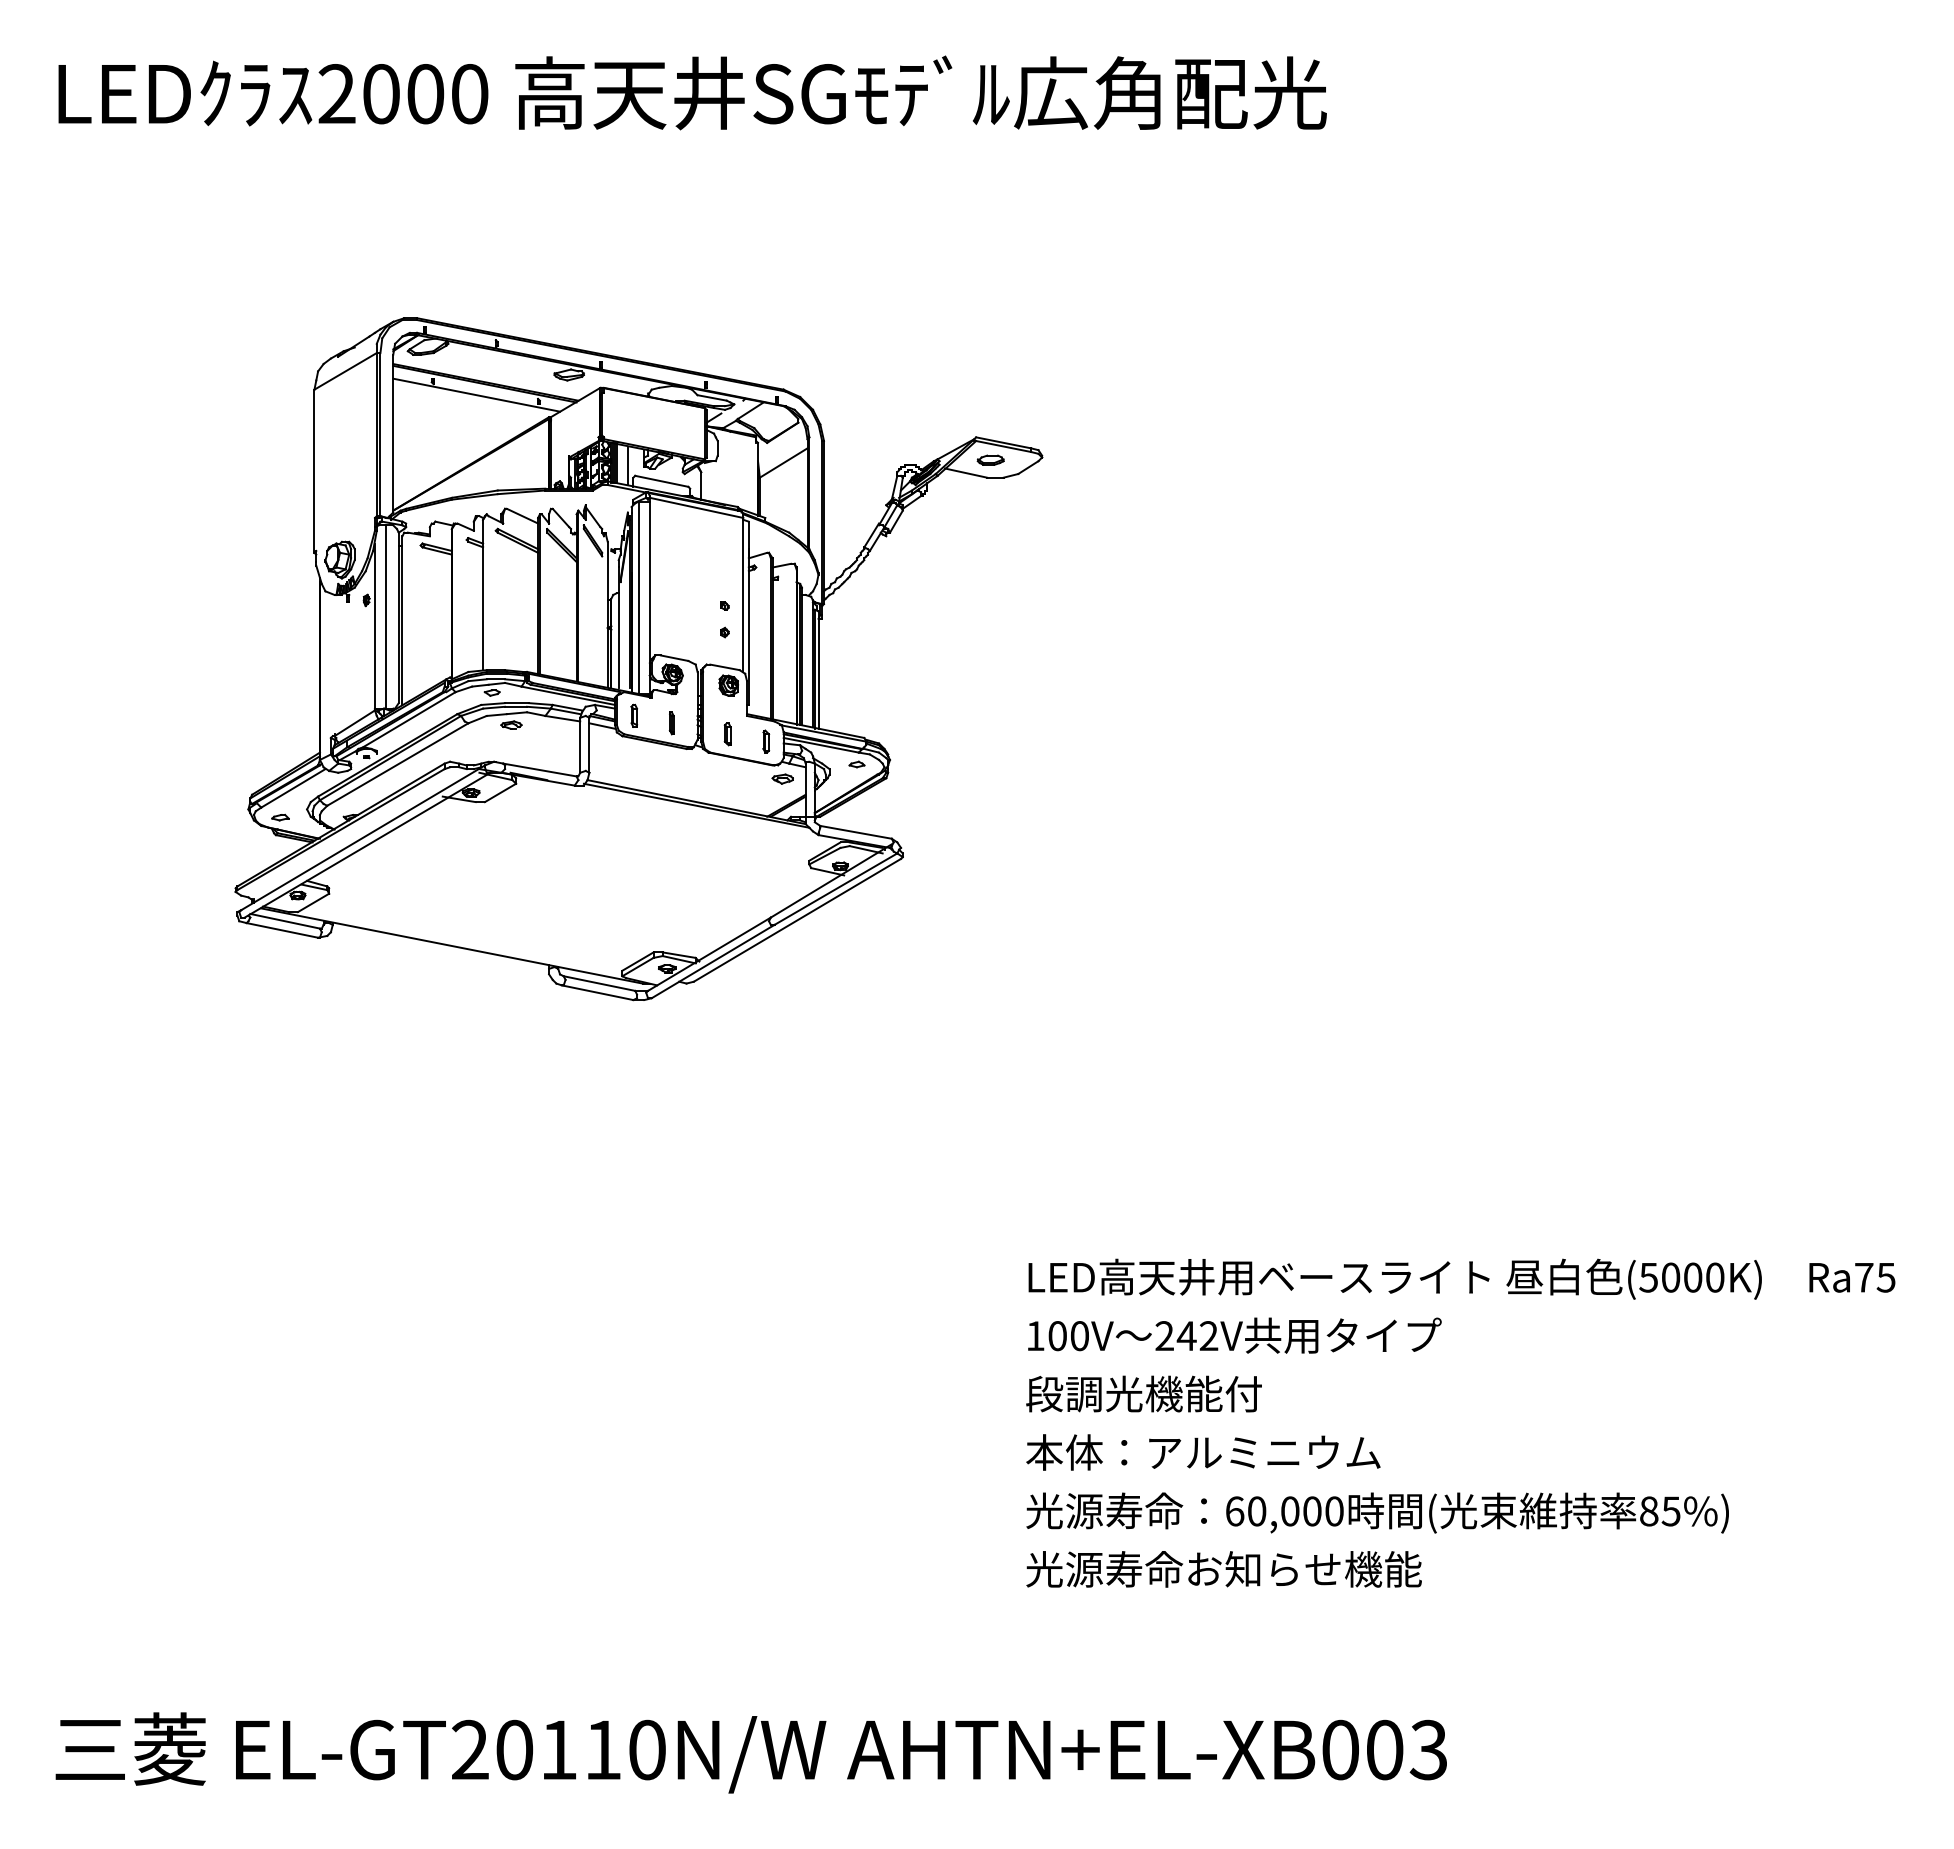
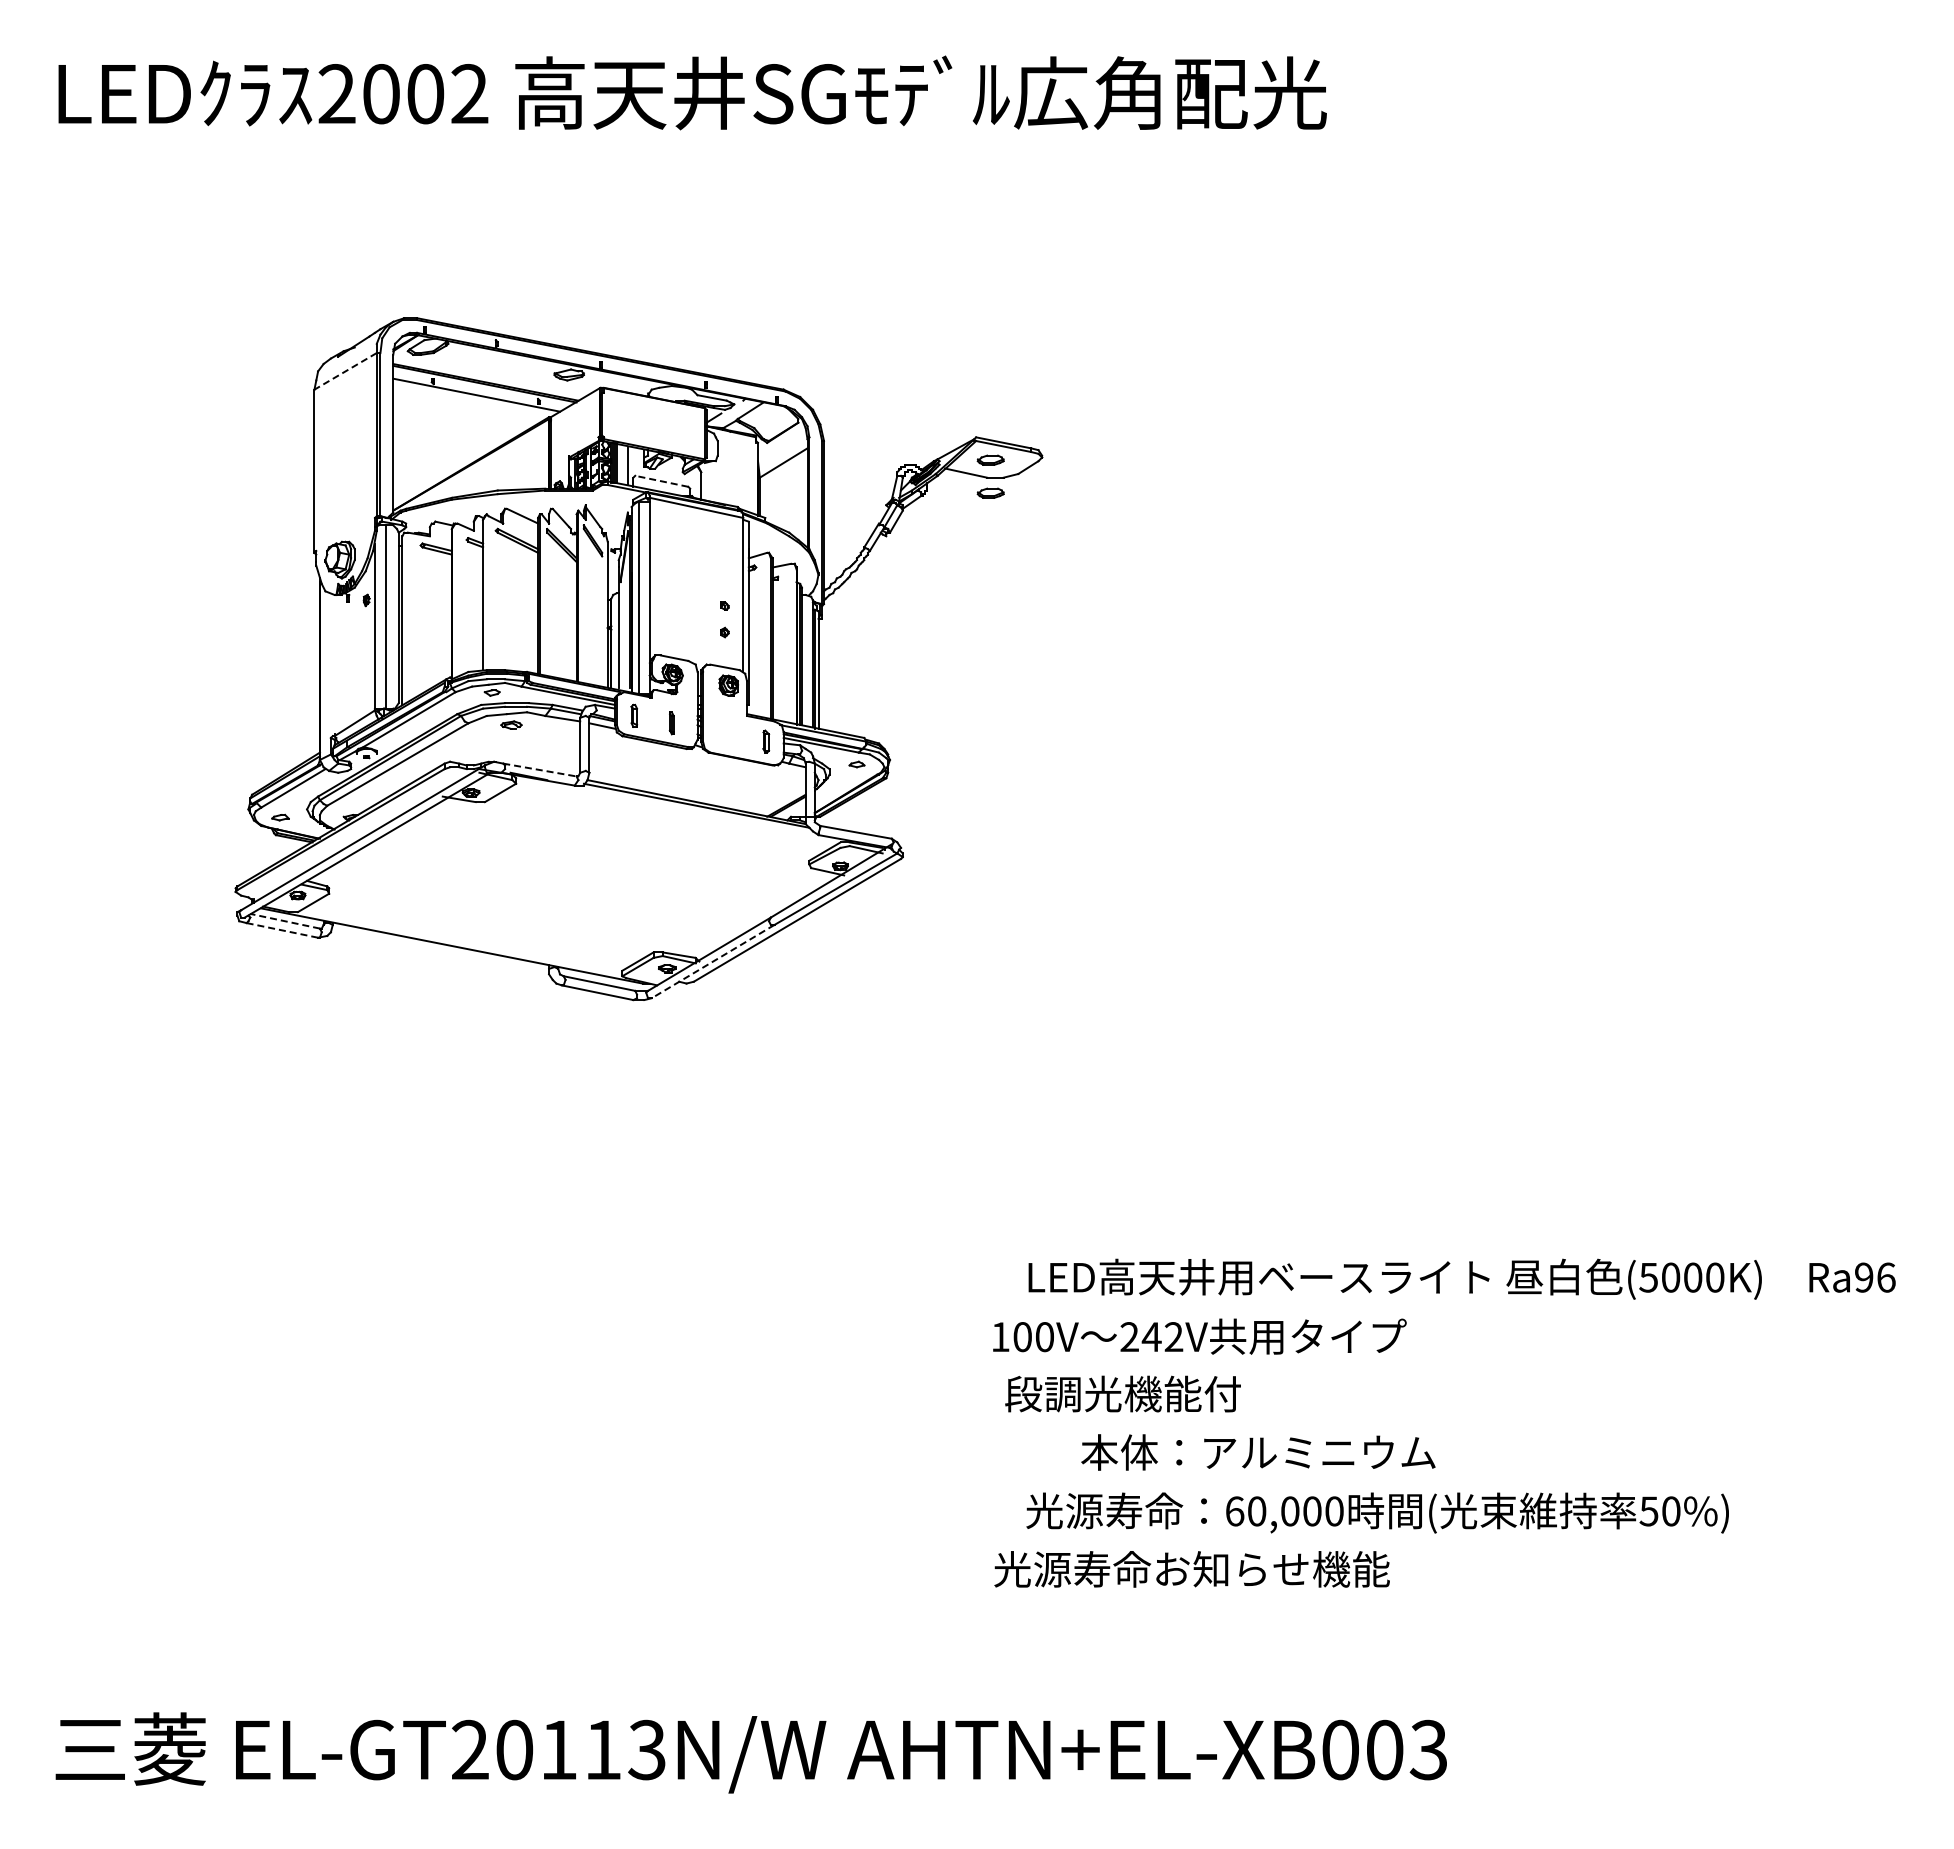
text at (469, 94): 2000 -> 2002
line at (345, 371): solid -> dashed
line at (661, 481): solid -> dashed
part at (990, 492): none -> present
part at (727, 734): present -> none
line at (540, 770): solid -> dashed
part at (782, 778): present -> none
line at (285, 921): solid -> dashed
line at (281, 930): solid -> dashed
line at (713, 961): solid -> dashed
text at (1875, 1277): Ra75 -> Ra96
text at (1234, 1335) position: (1234, 1335) -> (1199, 1336)
text at (1143, 1393) position: (1143, 1393) -> (1122, 1393)
text at (1203, 1452) position: (1203, 1452) -> (1258, 1452)
text at (1659, 1511): 85%) -> 50%)
text at (1223, 1569) position: (1223, 1569) -> (1191, 1569)
text at (646, 1750): EL-GT20110N/W -> EL-GT20113N/W
